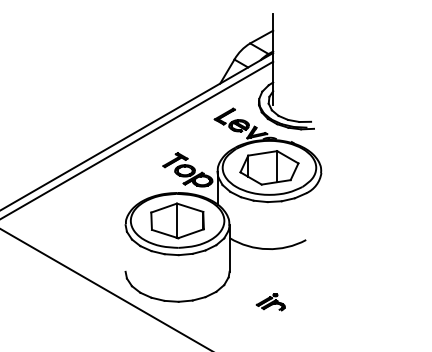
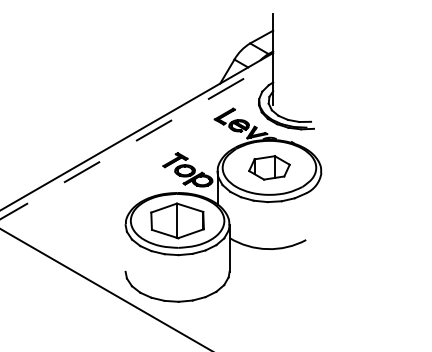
line at (137, 140): solid -> dashed
part at (269, 167) size: 61x36 px -> 43x26 px
part at (270, 302): present -> none
